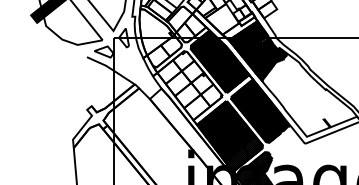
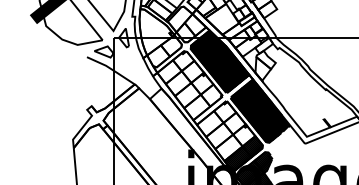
hatch at (257, 50): present -> none
hatch at (226, 131): present -> none
